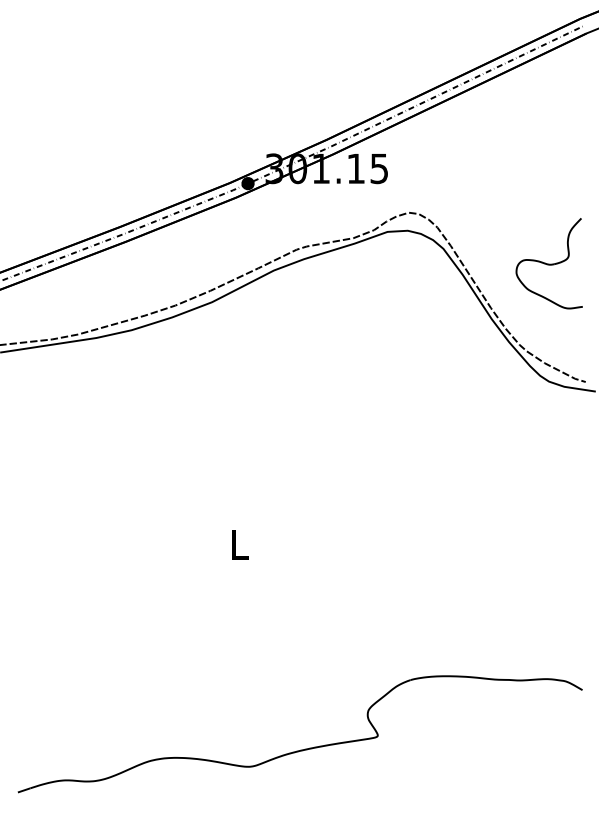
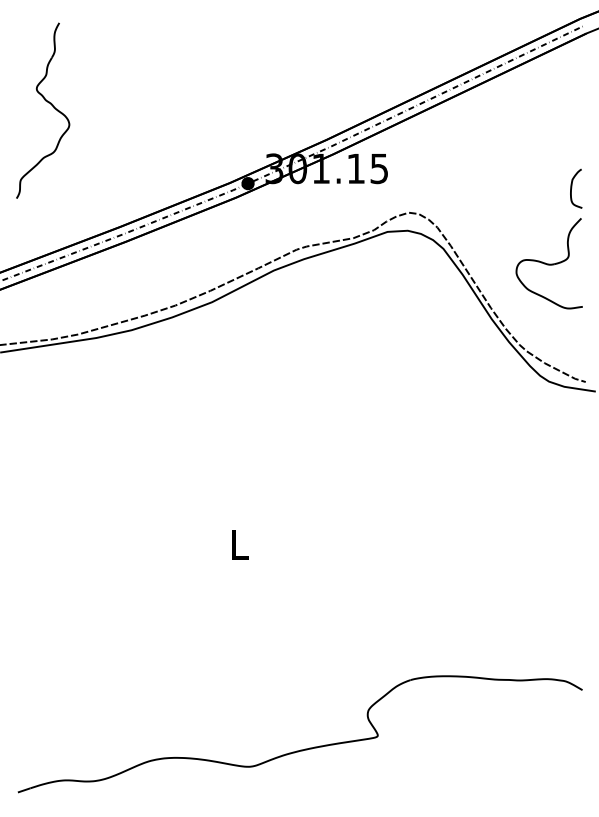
part at (48, 103): none -> present
curve at (572, 188): none -> present
